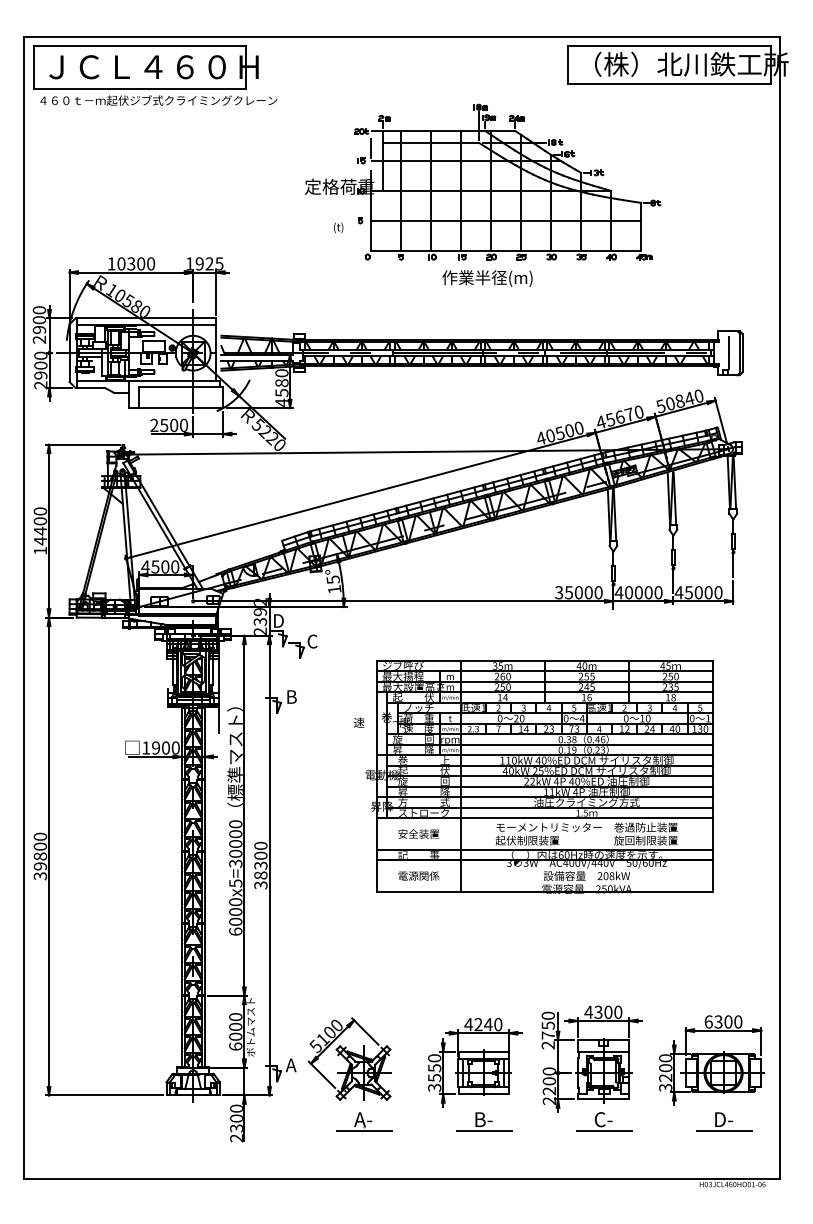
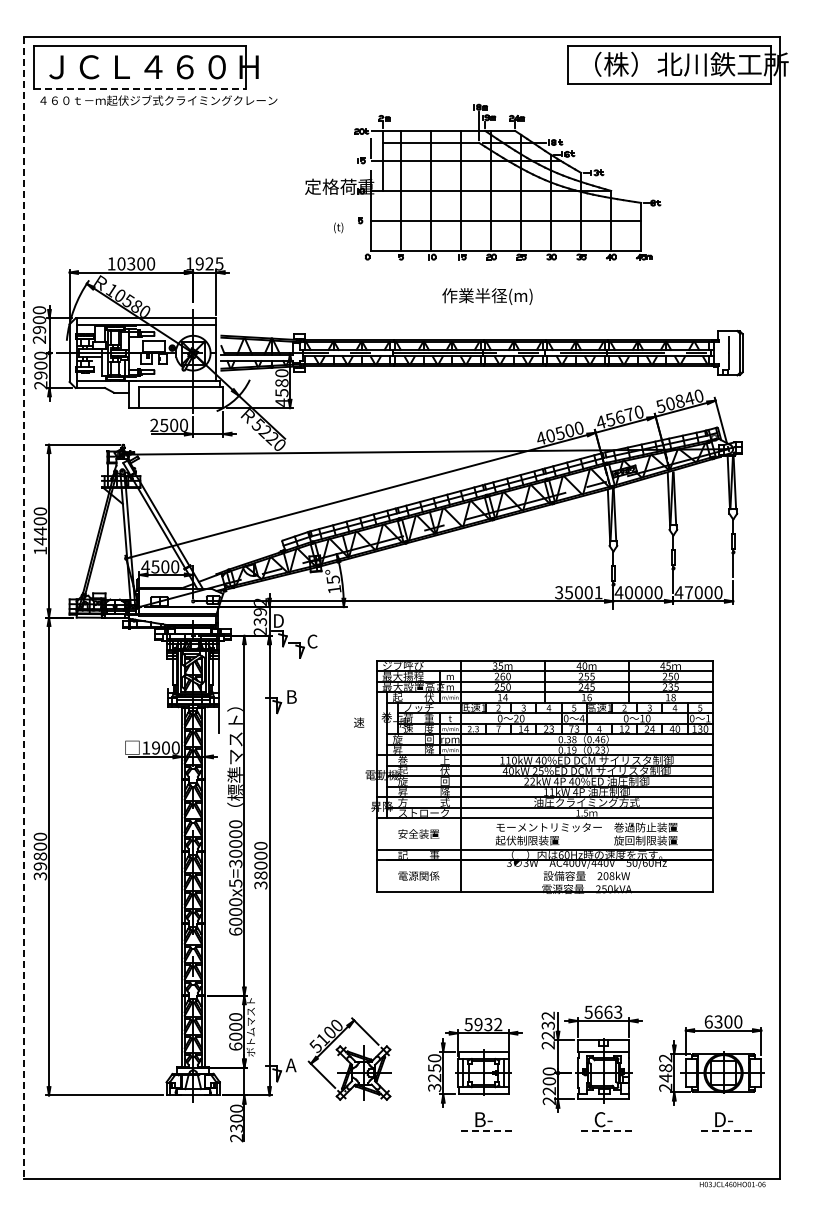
line at (139, 89): solid -> dashed
text at (487, 278) position: (487, 278) -> (487, 296)
text at (598, 592): 35000 -> 35001
text at (688, 592): 45000 -> 47000
line at (24, 608): solid -> dashed
text at (260, 865): 38300 -> 38000
text at (603, 1012): 4300 -> 5663
text at (483, 1024): 4240 -> 5932
text at (547, 1025): 2750 -> 2232
text at (665, 1072): 3200 -> 2482
text at (434, 1078): 3550 -> 3250
part at (364, 1121): present -> none
line at (483, 1130): solid -> dashed
line at (603, 1130): solid -> dashed
line at (723, 1130): solid -> dashed
